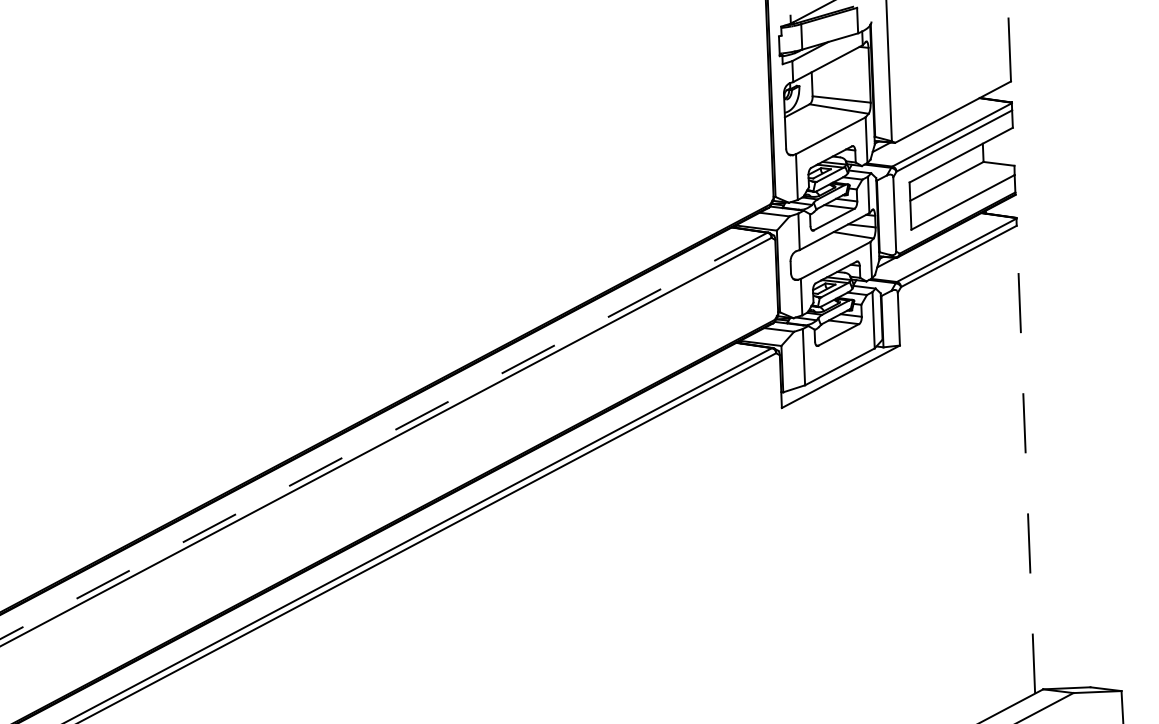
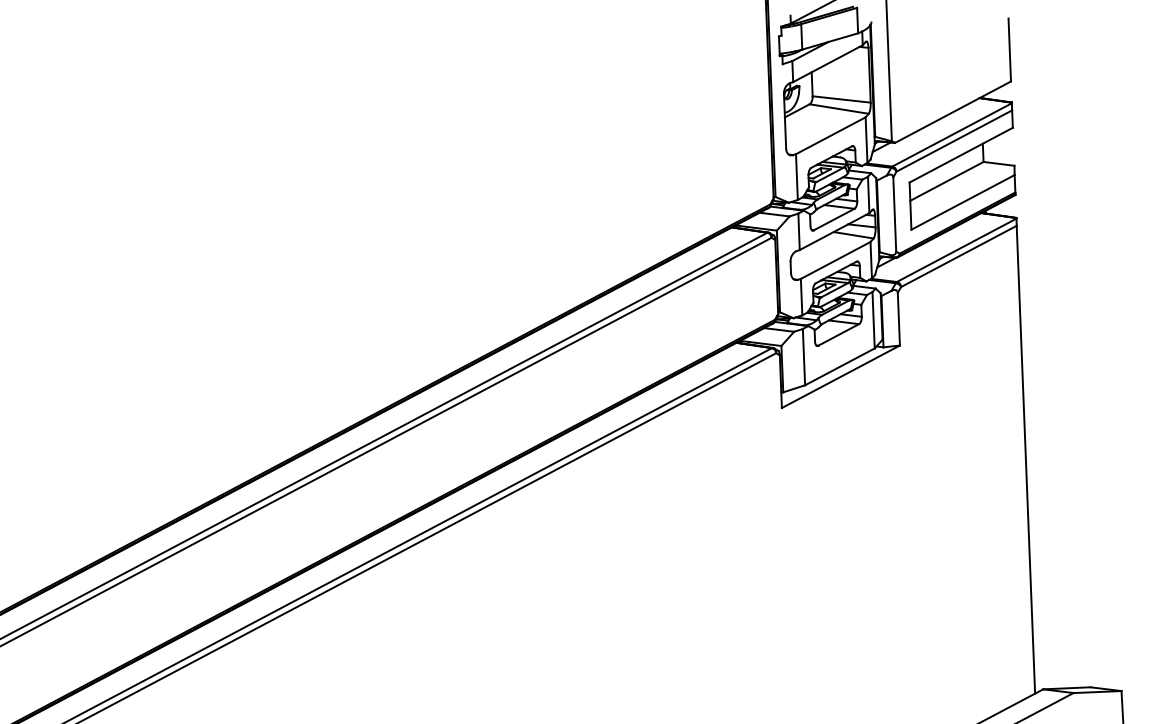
line at (384, 435): dashed -> solid
line at (1025, 459): dashed -> solid
